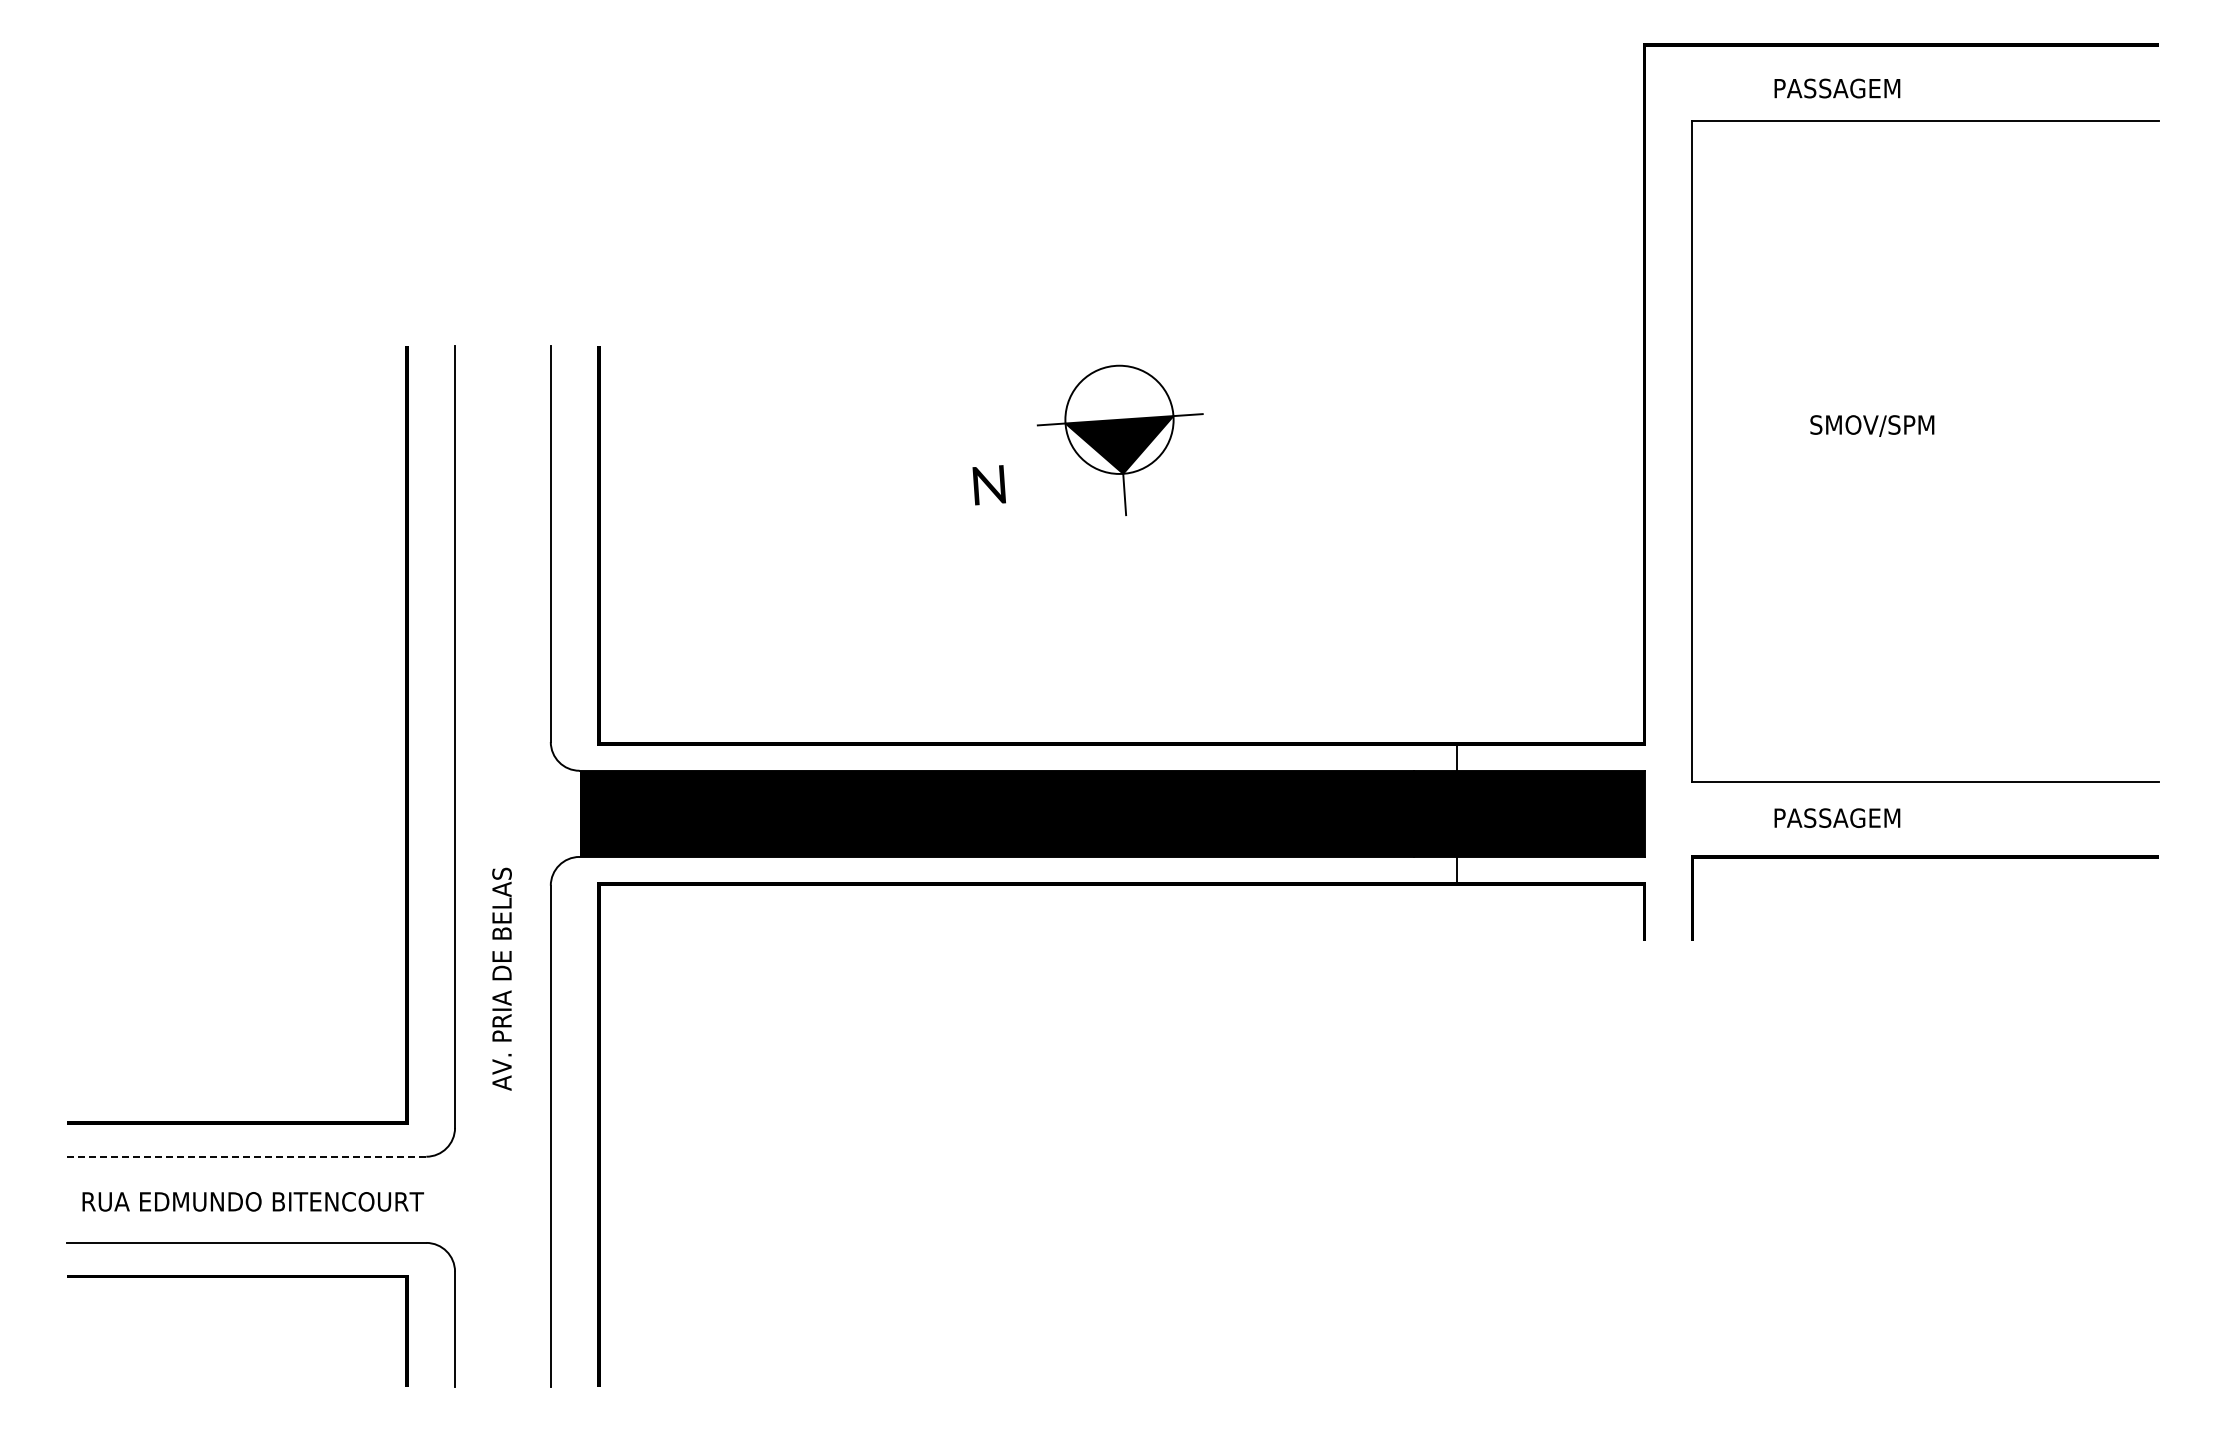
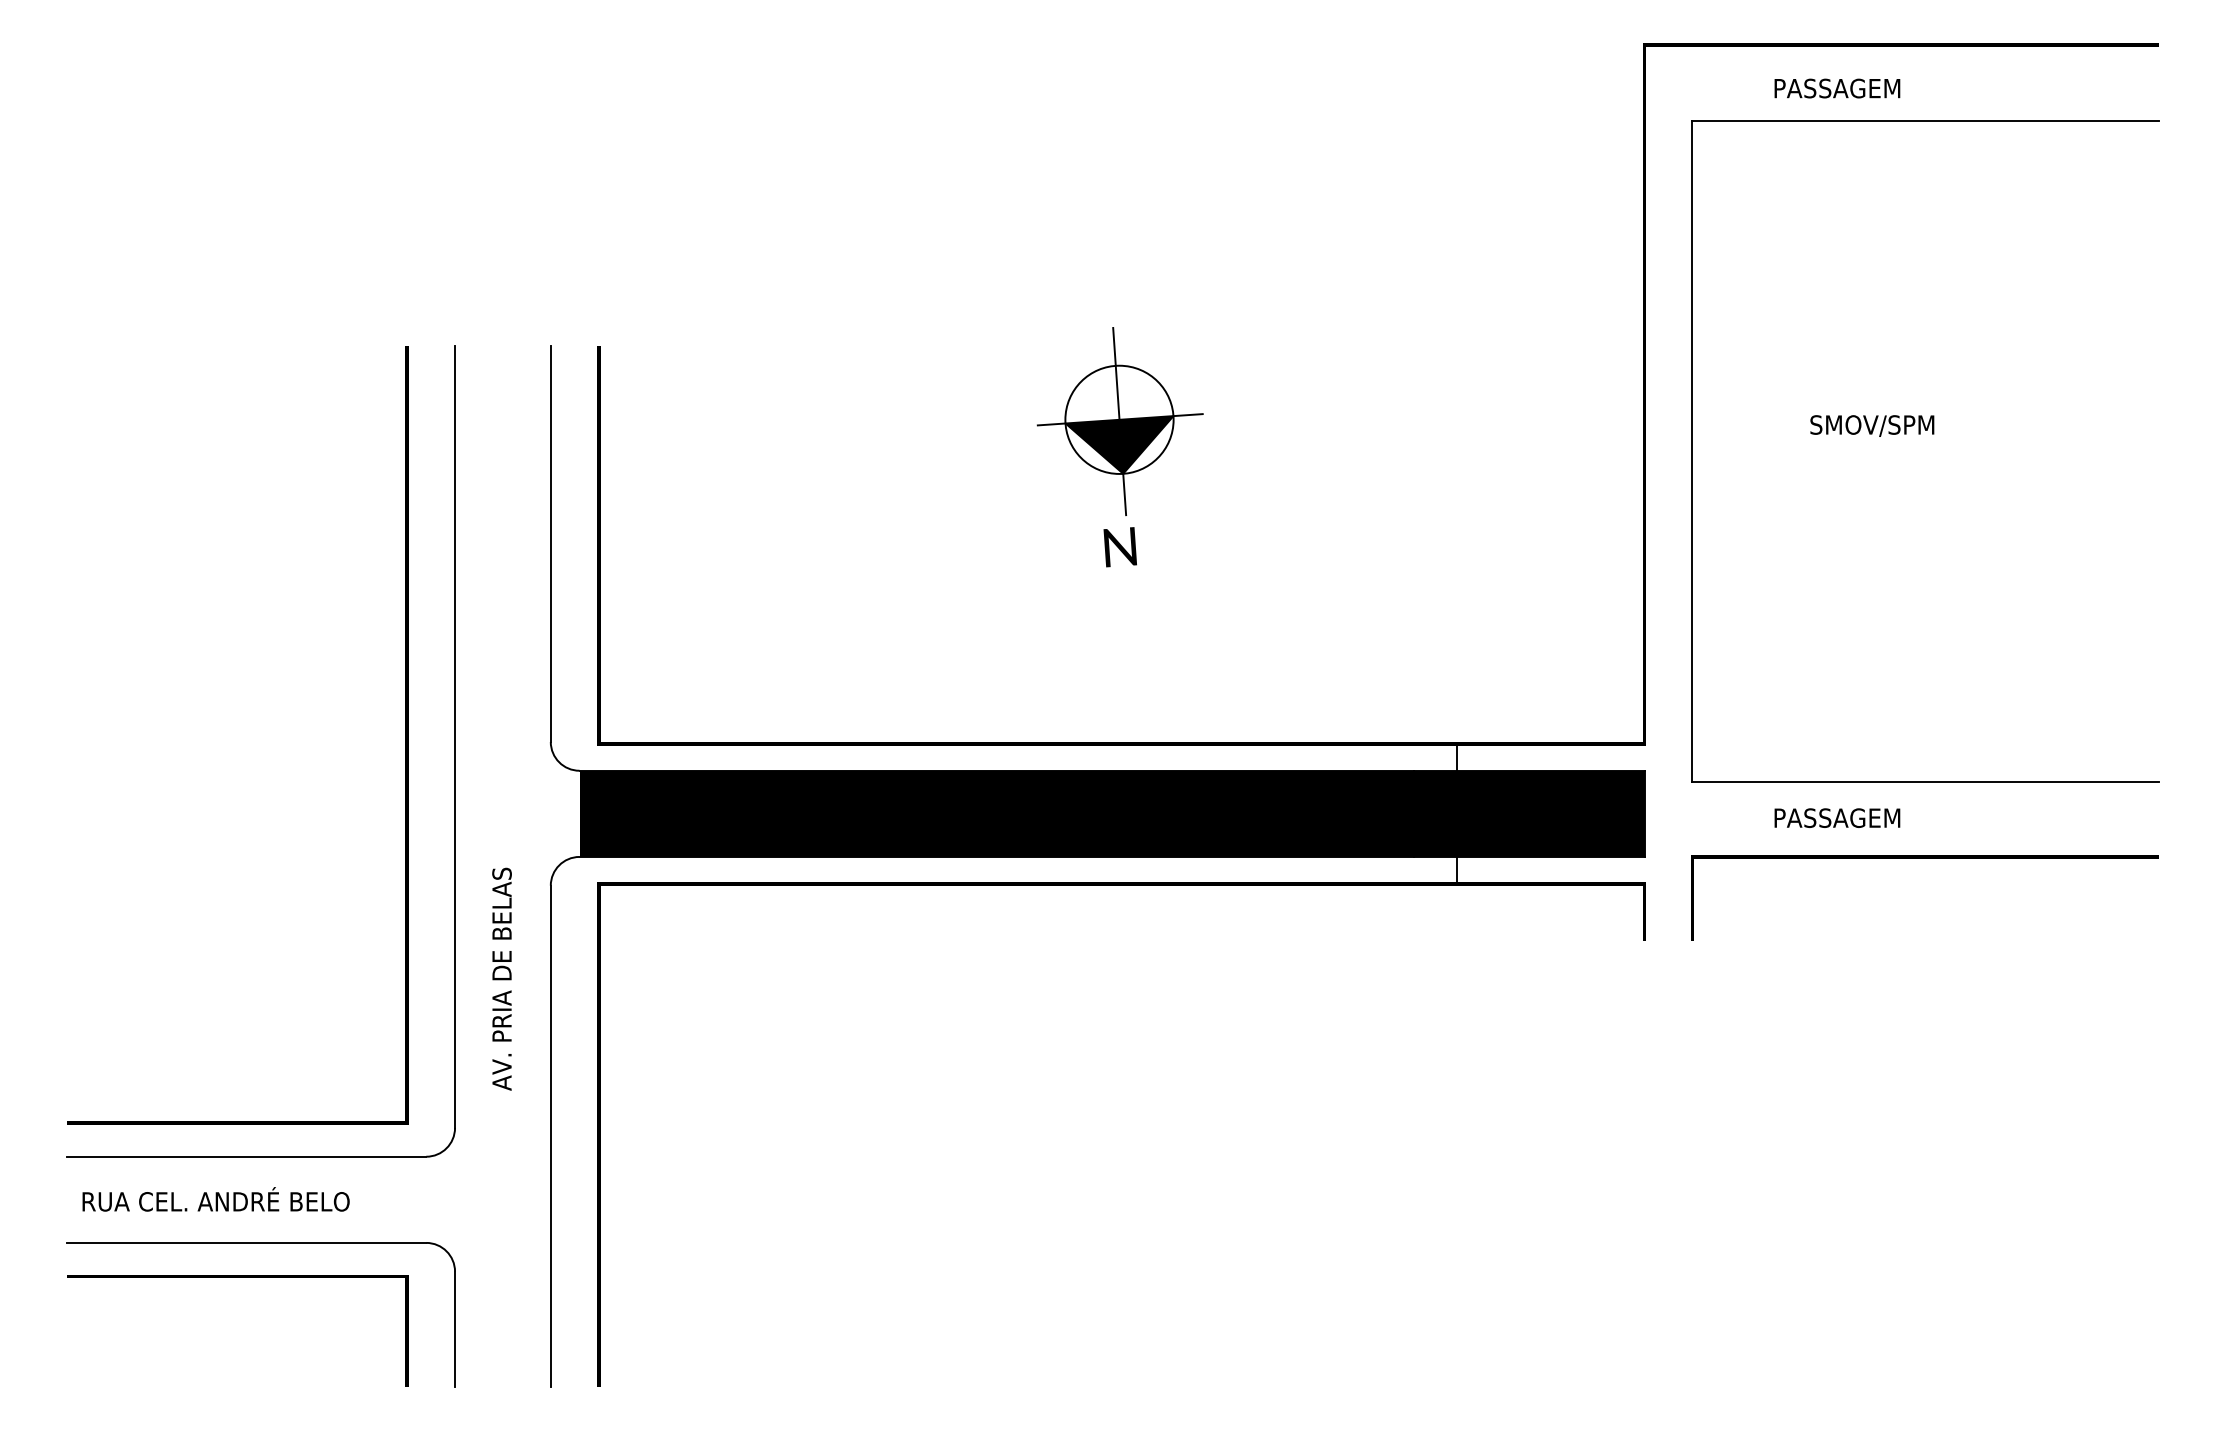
line at (1116, 373): none -> present
text at (988, 485) position: (988, 485) -> (1119, 547)
line at (246, 1156): dashed -> solid
text at (281, 1199): RUA EDMUNDO BITENCOURT -> RUA CEL. ANDRÉ BELO
